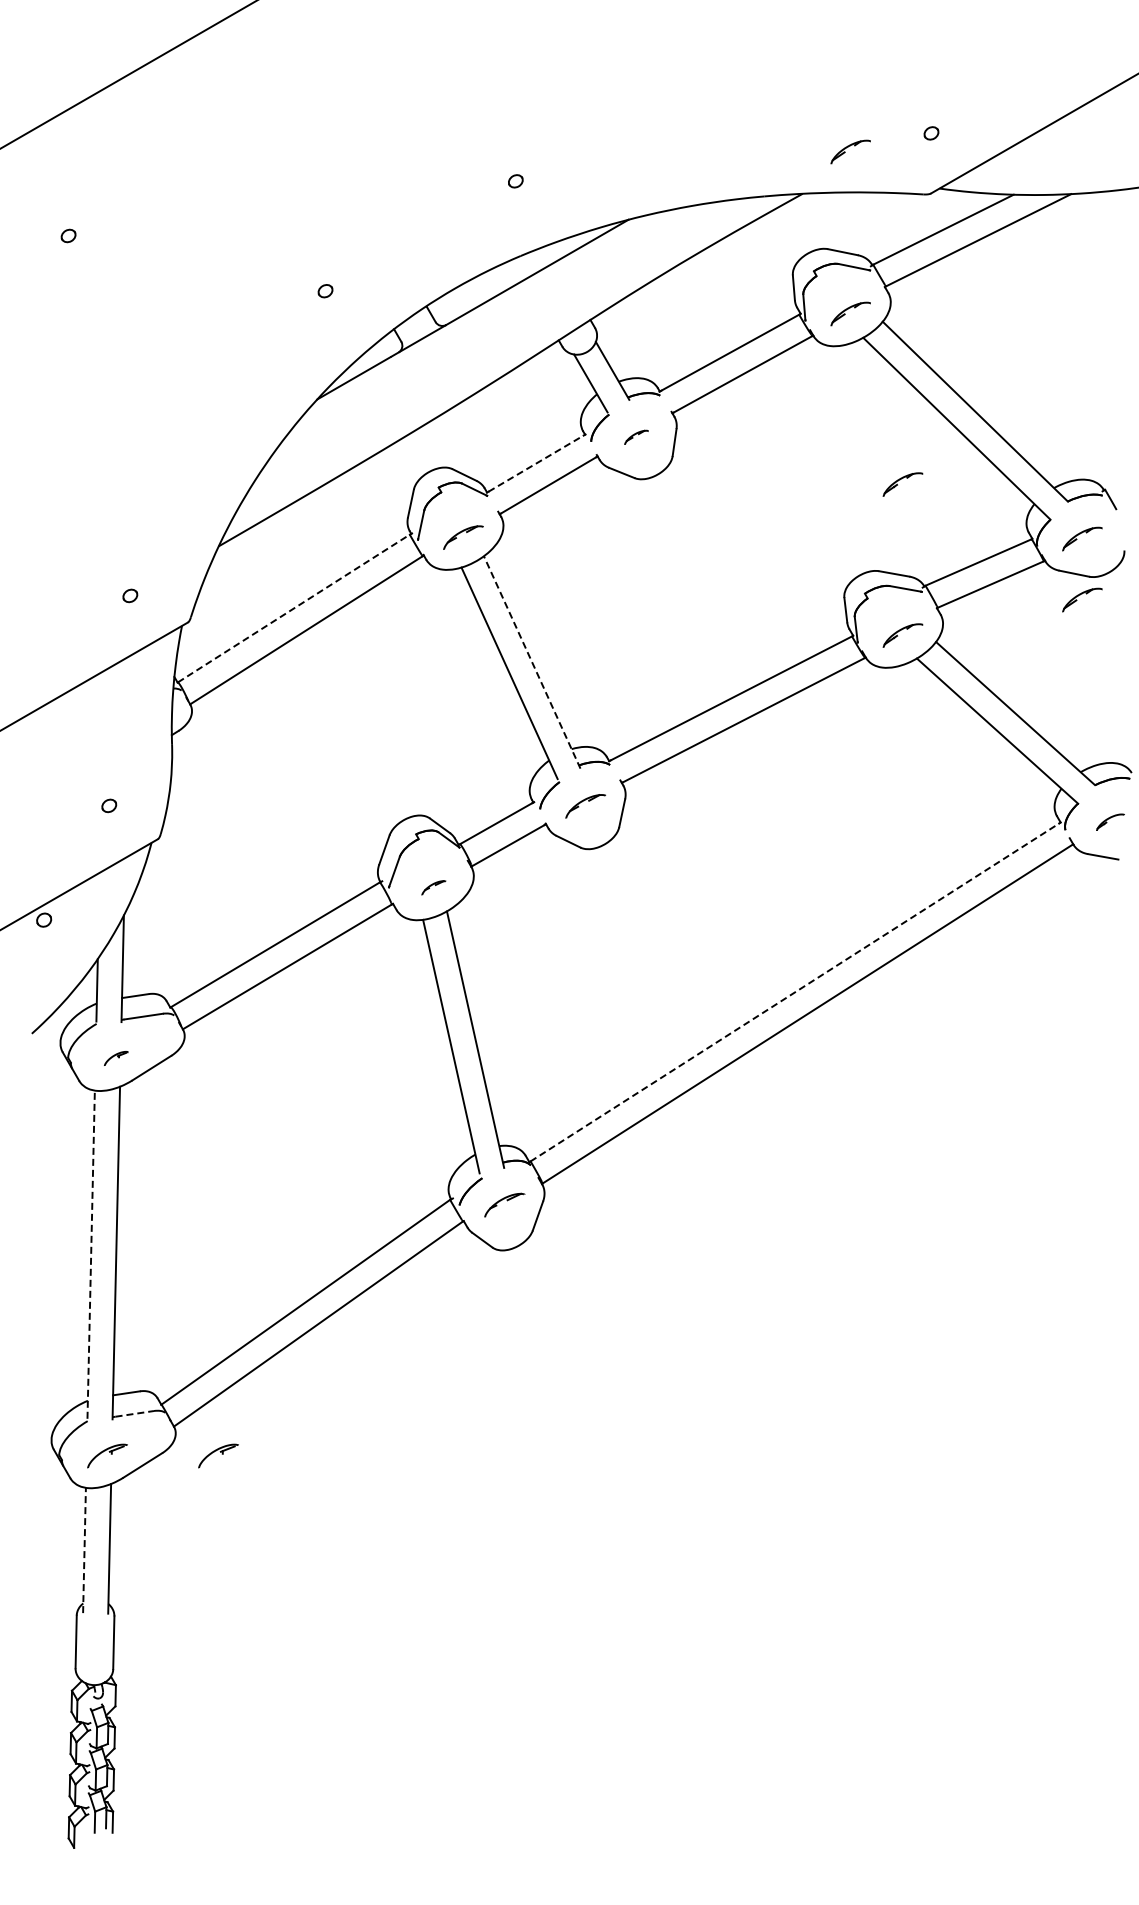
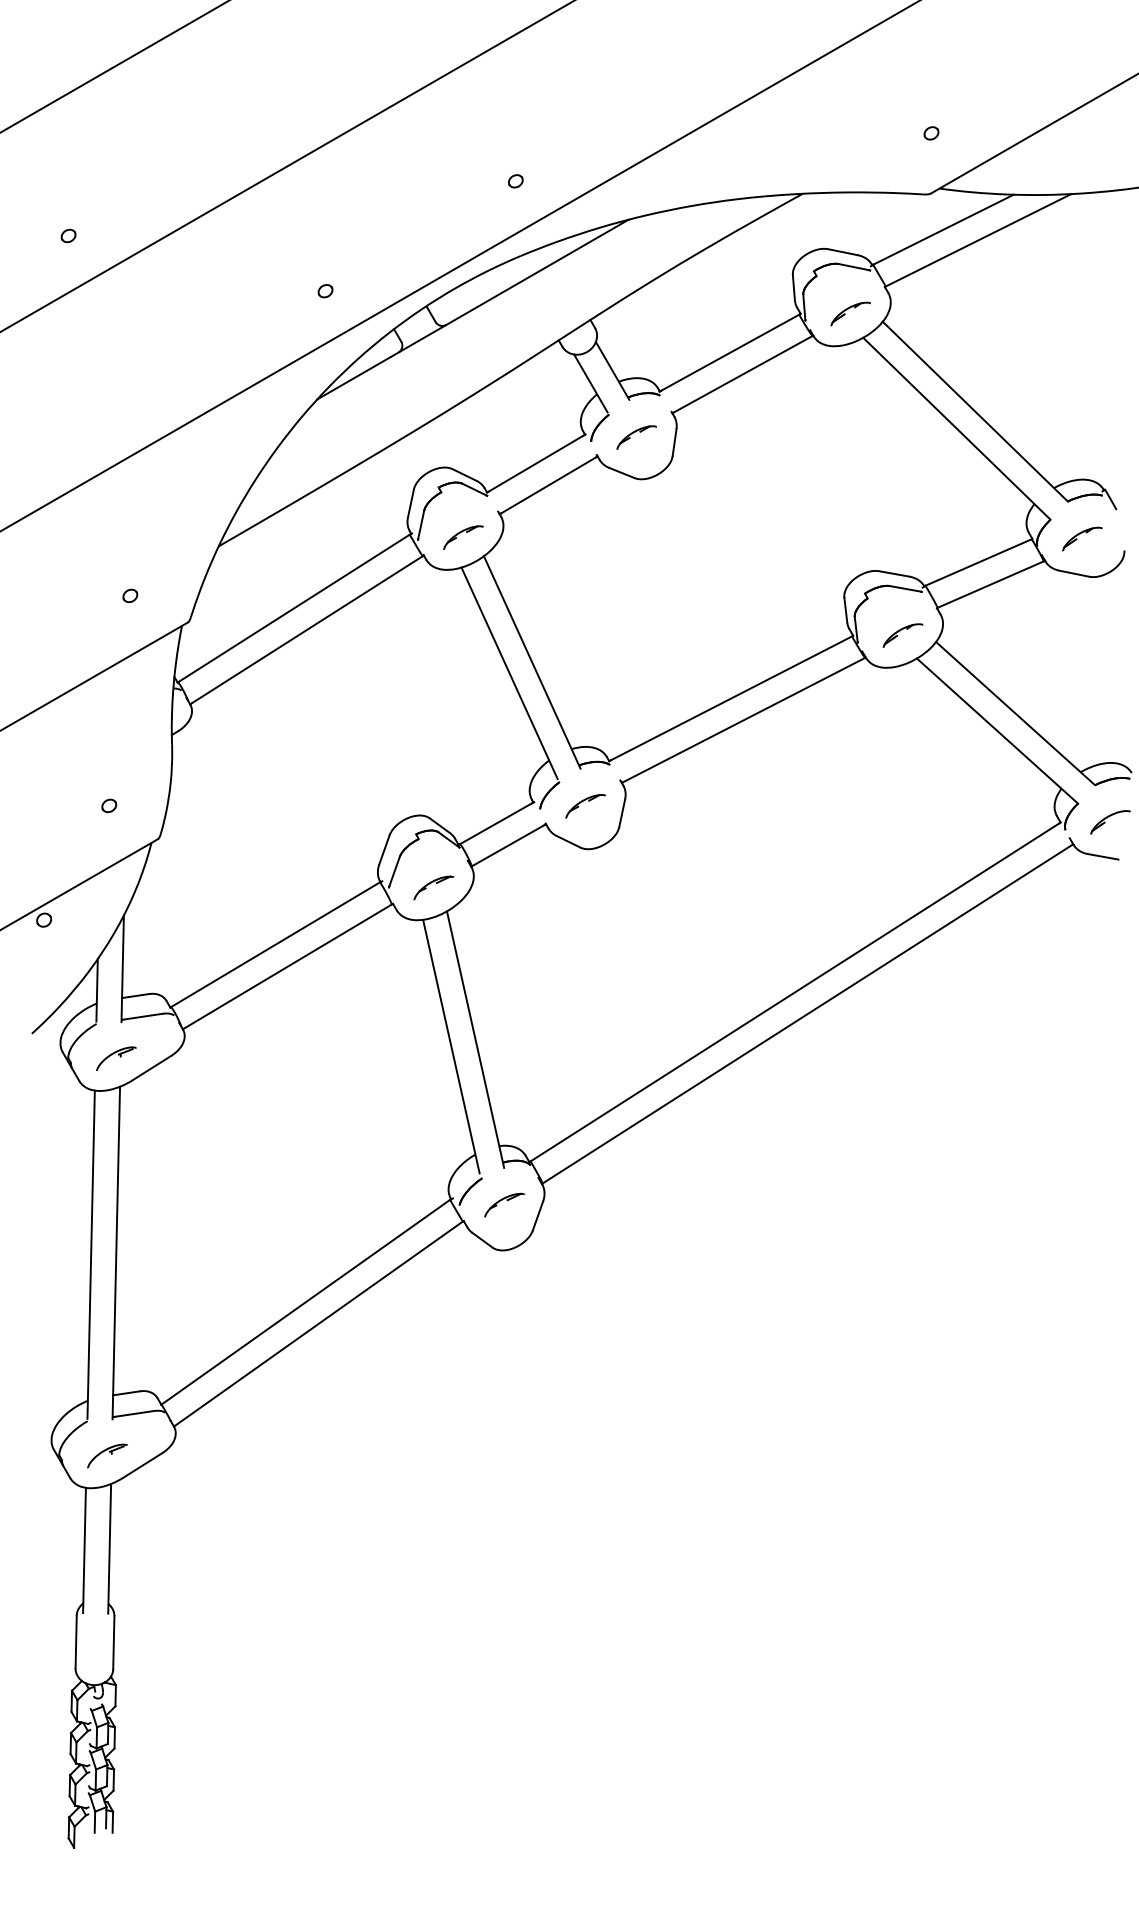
line at (128, 74) position: (128, 74) -> (114, 66)
part at (850, 151): present -> none
line at (286, 166): none -> present
line at (459, 266): none -> present
part at (636, 436) size: 25x16 px -> 41x25 px
line at (536, 463): dashed -> solid
part at (902, 484): present -> none
part at (1082, 599): present -> none
line at (293, 608): dashed -> solid
line at (532, 662): dashed -> solid
part at (1110, 821) size: 29x18 px -> 41x25 px
part at (433, 887) size: 26x16 px -> 42x26 px
line at (794, 992): dashed -> solid
part at (116, 1058) size: 25x15 px -> 41x25 px
line at (91, 1254): dashed -> solid
line at (135, 1413): dashed -> solid
part at (218, 1455): present -> none
line at (84, 1550): dashed -> solid
